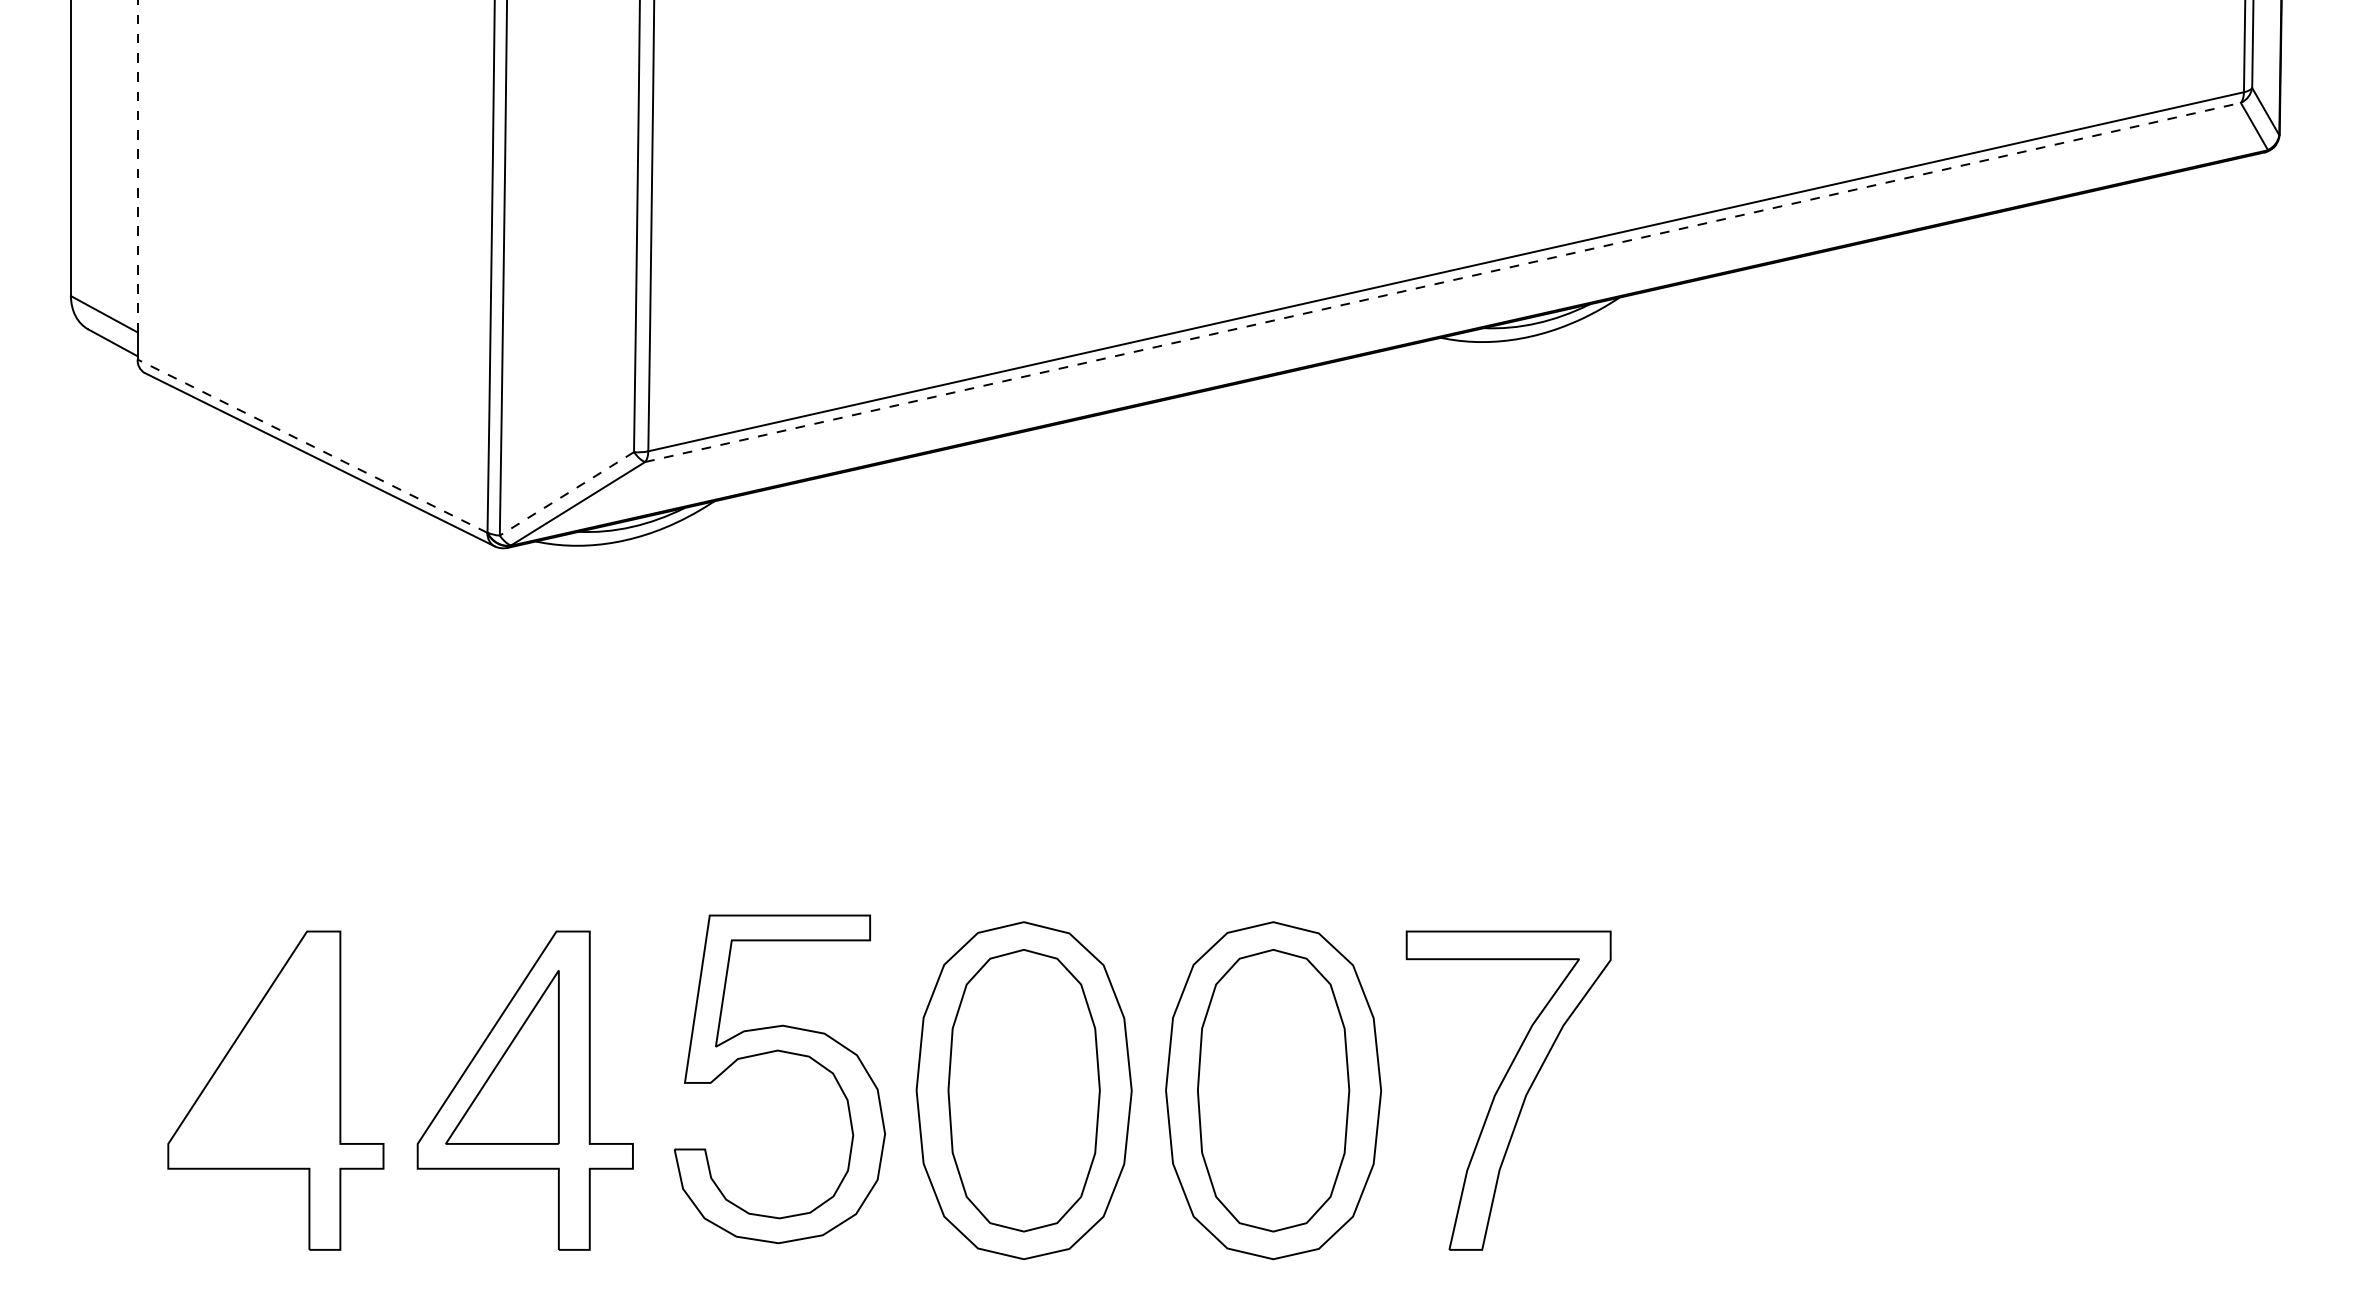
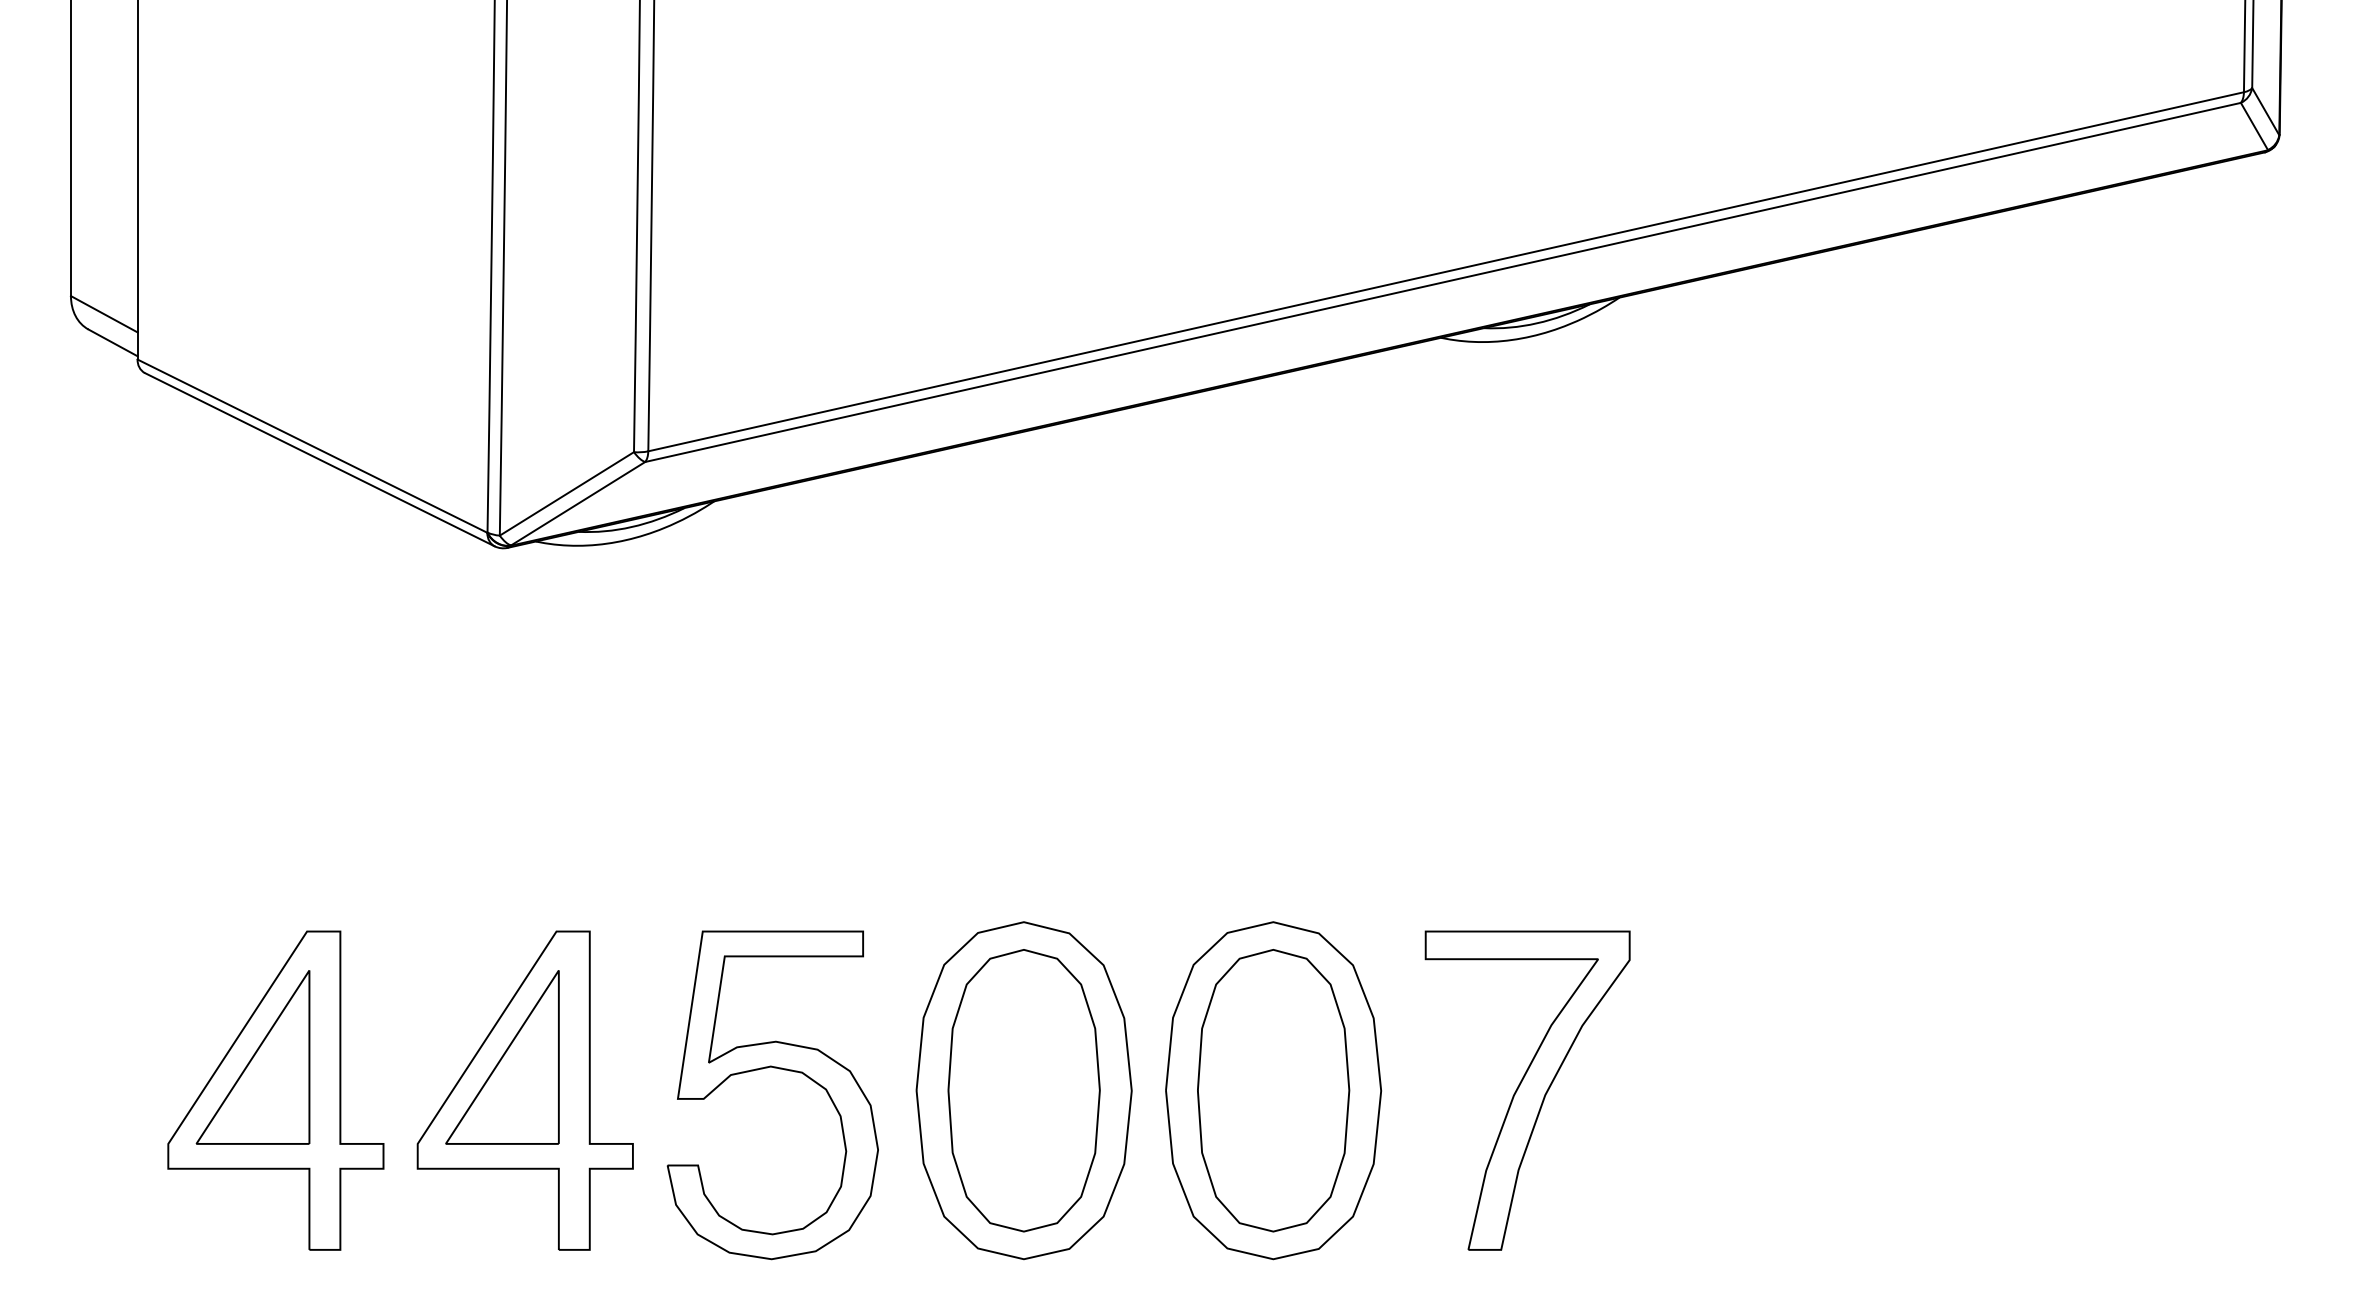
line at (137, 166): dashed -> solid
line at (1443, 282): dashed -> solid
line at (312, 445): dashed -> solid
line at (566, 494): dashed -> solid
part at (786, 1053) position: (786, 1053) -> (779, 1069)
part at (252, 1057): none -> present
part at (1508, 1090) position: (1508, 1090) -> (1527, 1090)
